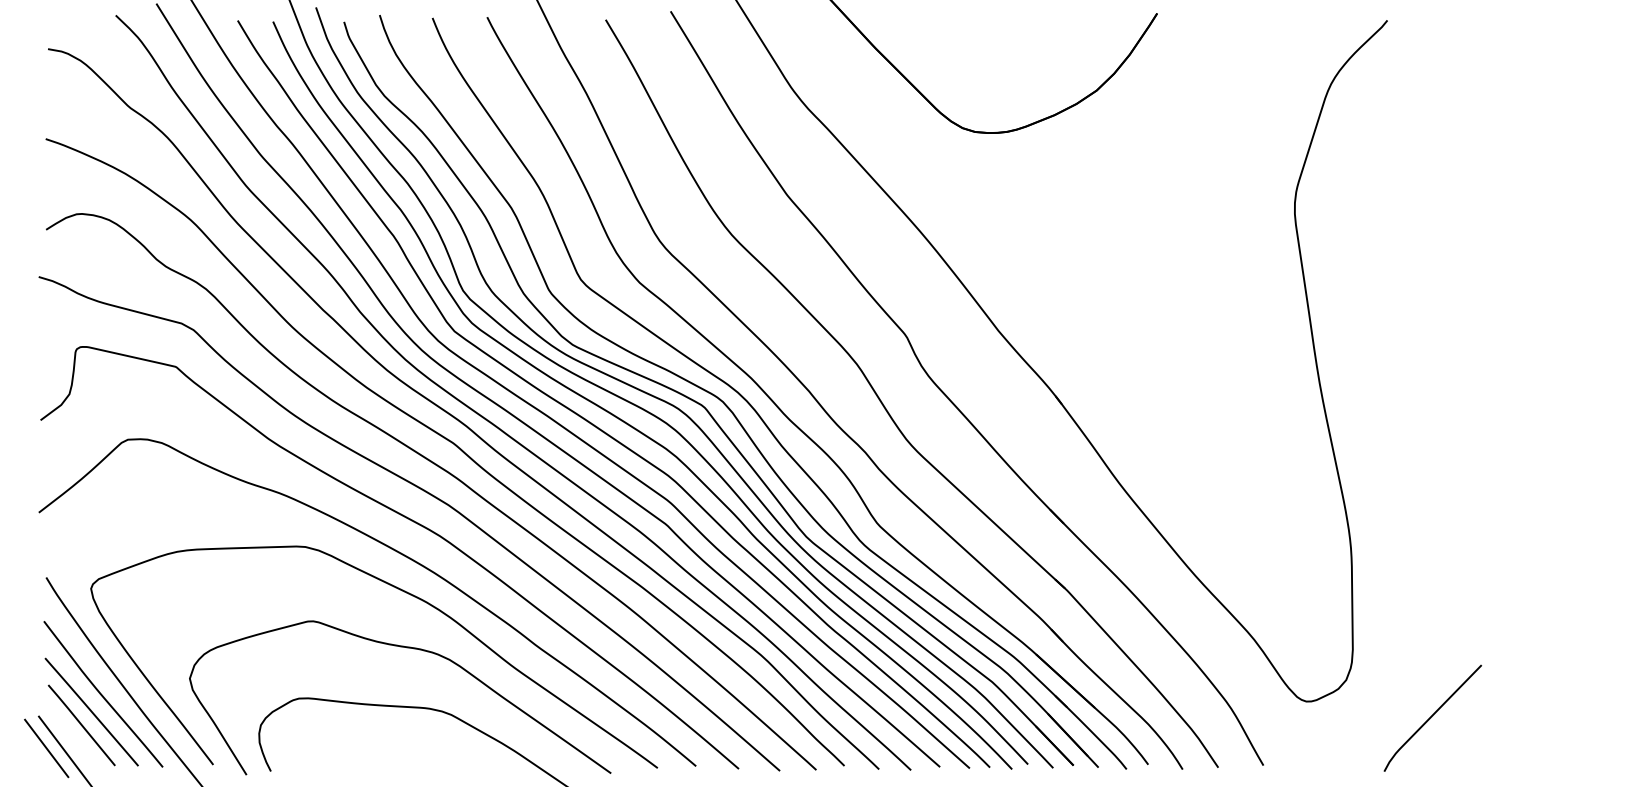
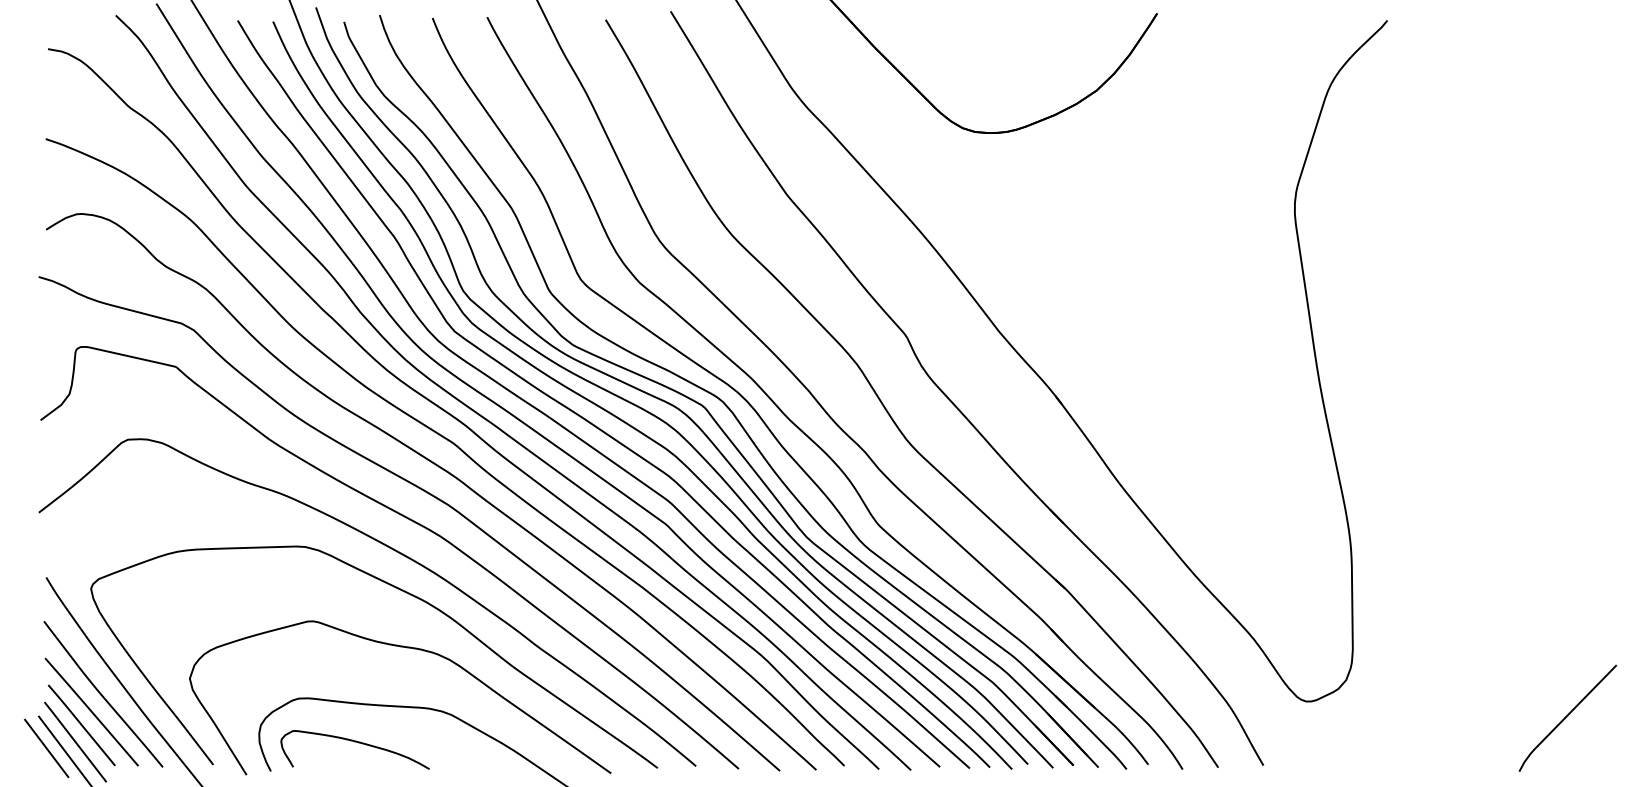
line at (1432, 716) position: (1432, 716) -> (1567, 716)
line at (75, 741): none -> present
curve at (354, 742): none -> present
